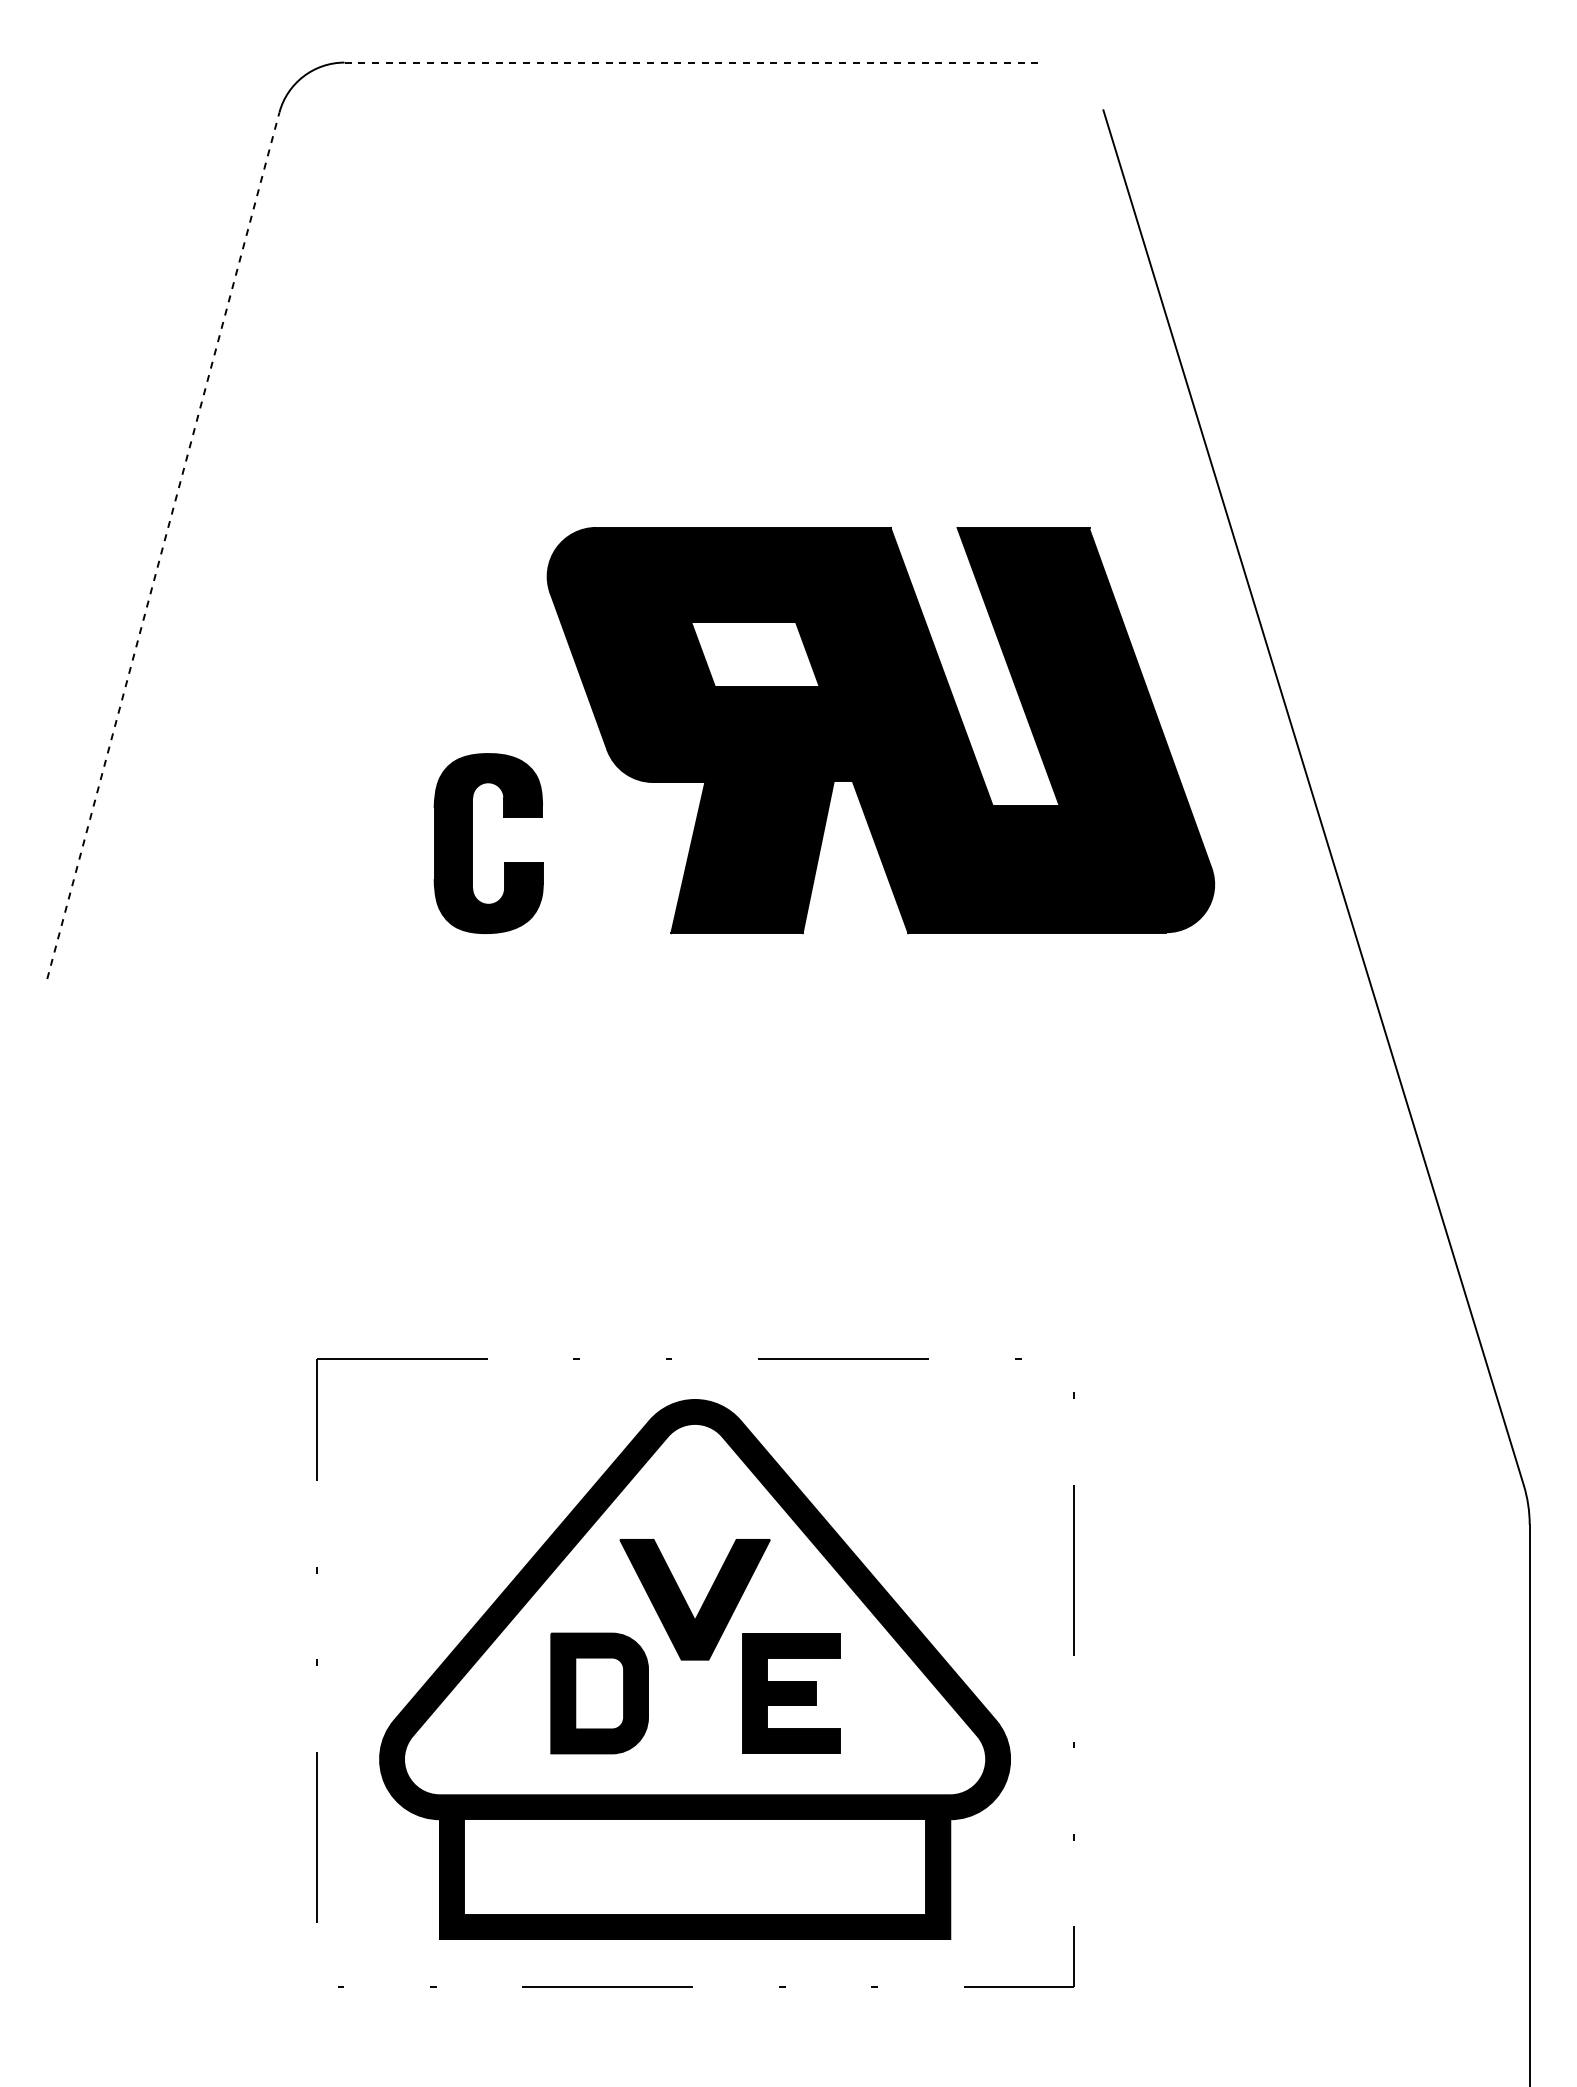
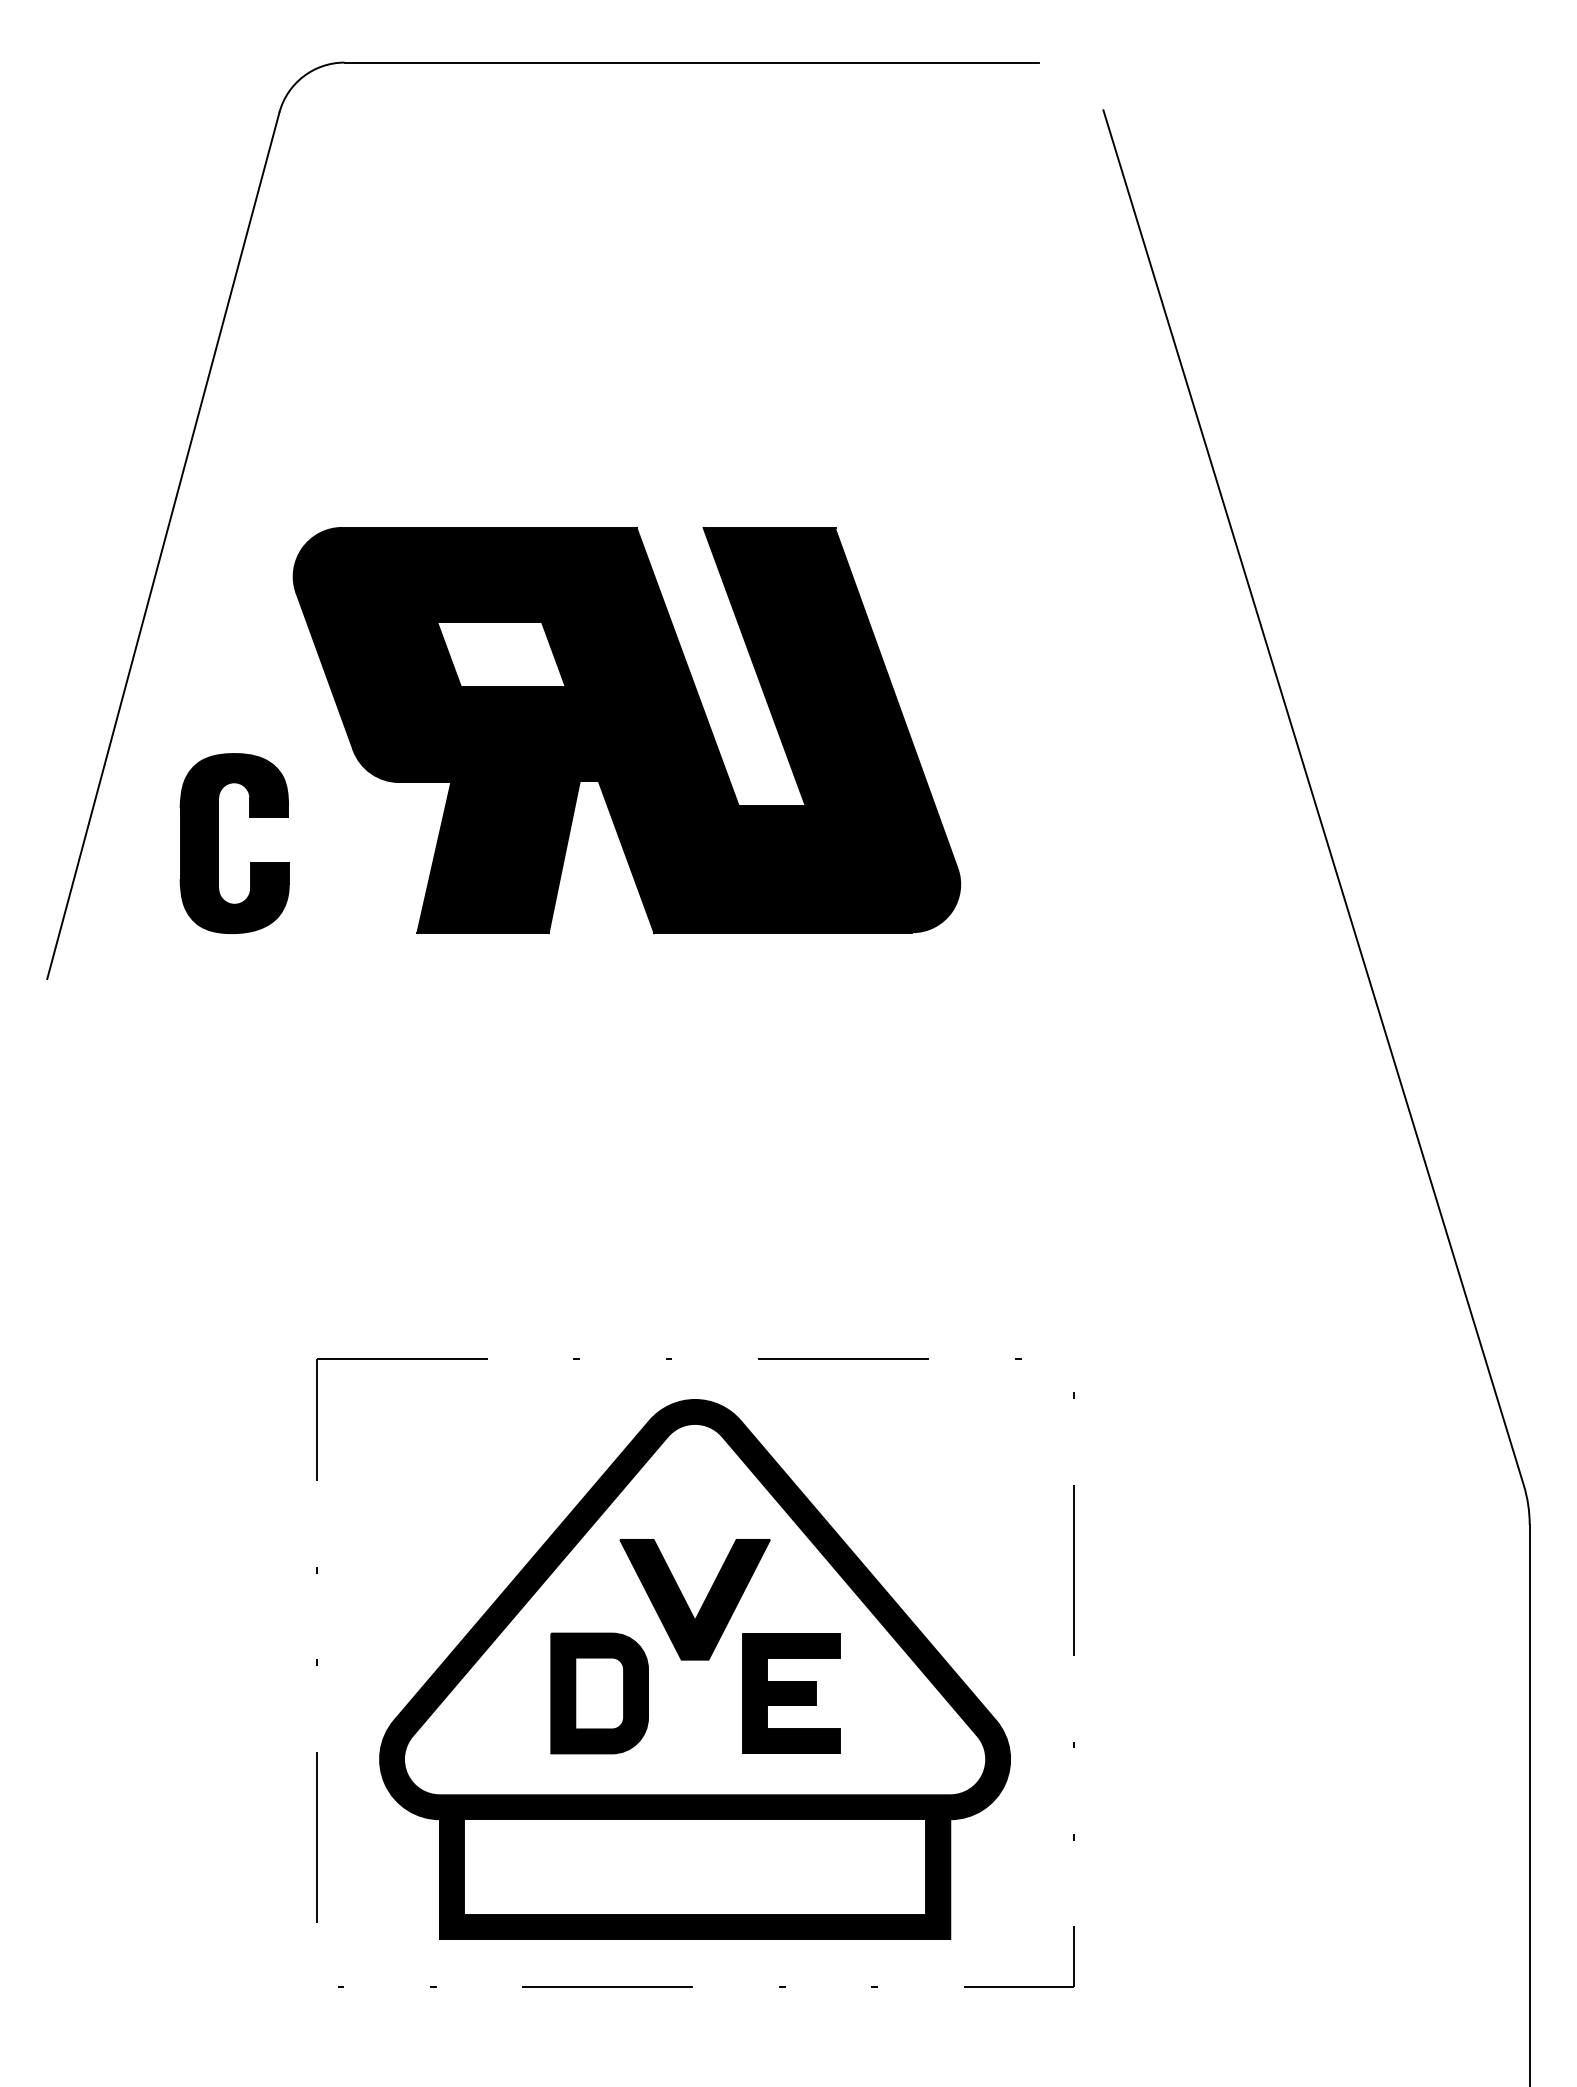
line at (692, 62): dashed -> solid
line at (163, 545): dashed -> solid
part at (824, 730) position: (824, 730) -> (570, 730)
